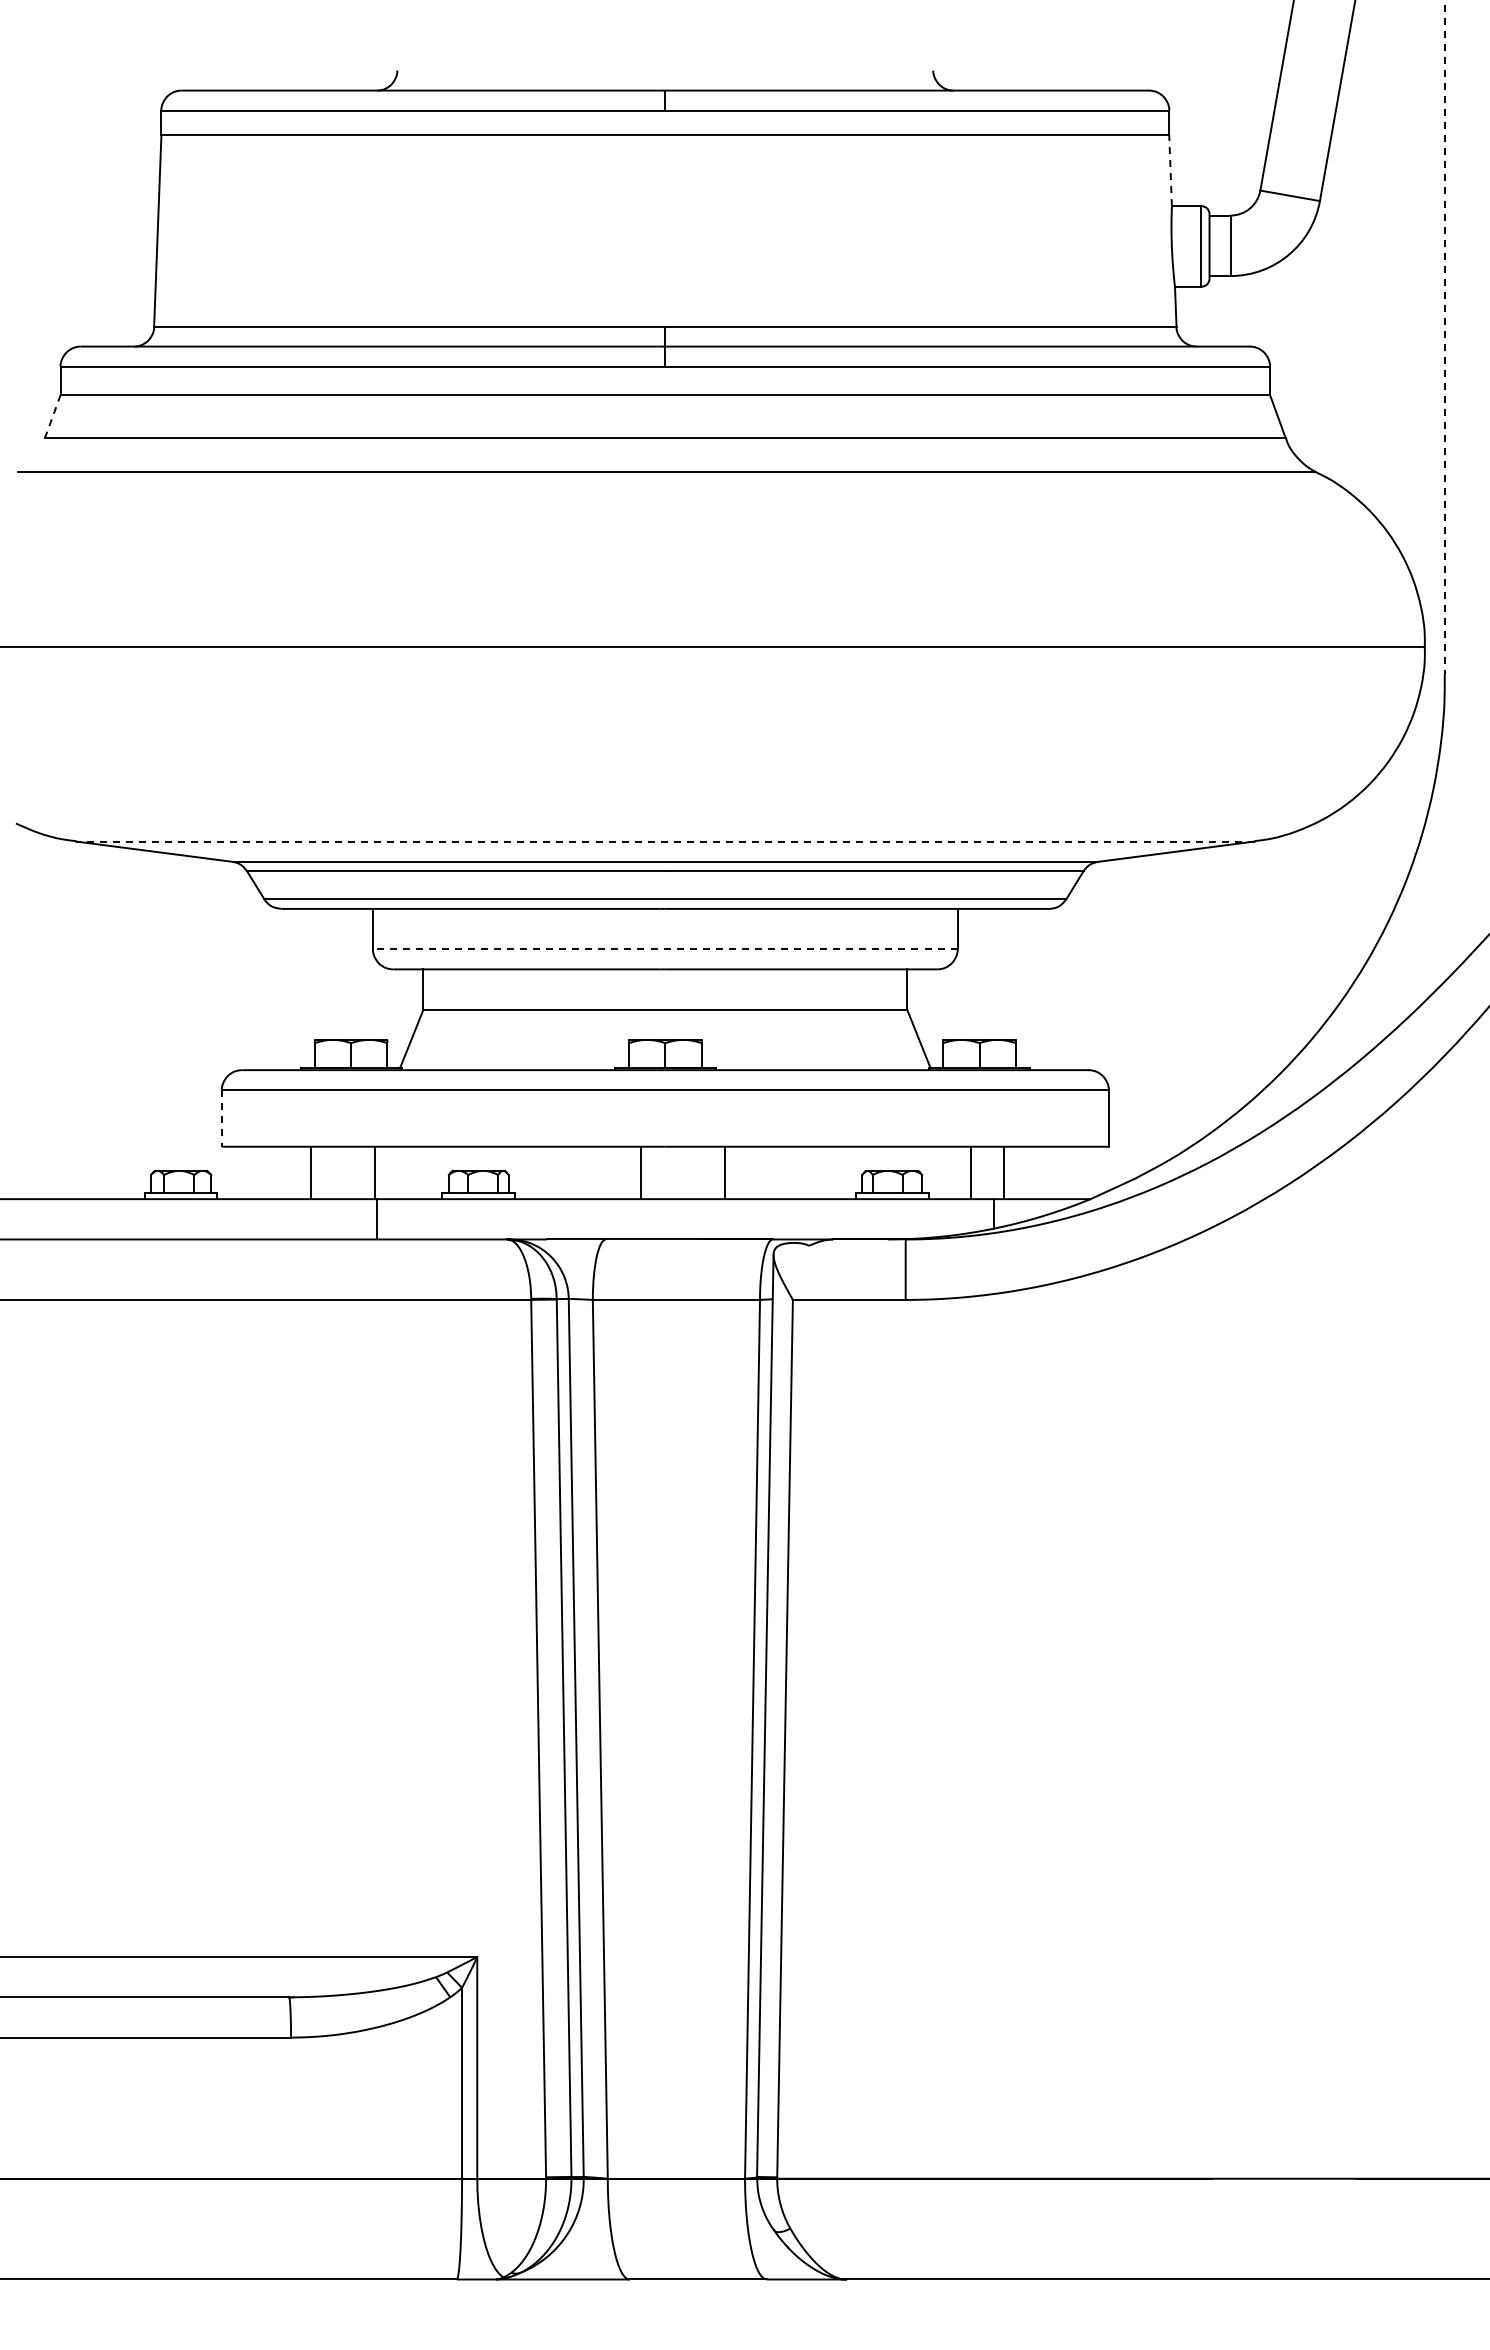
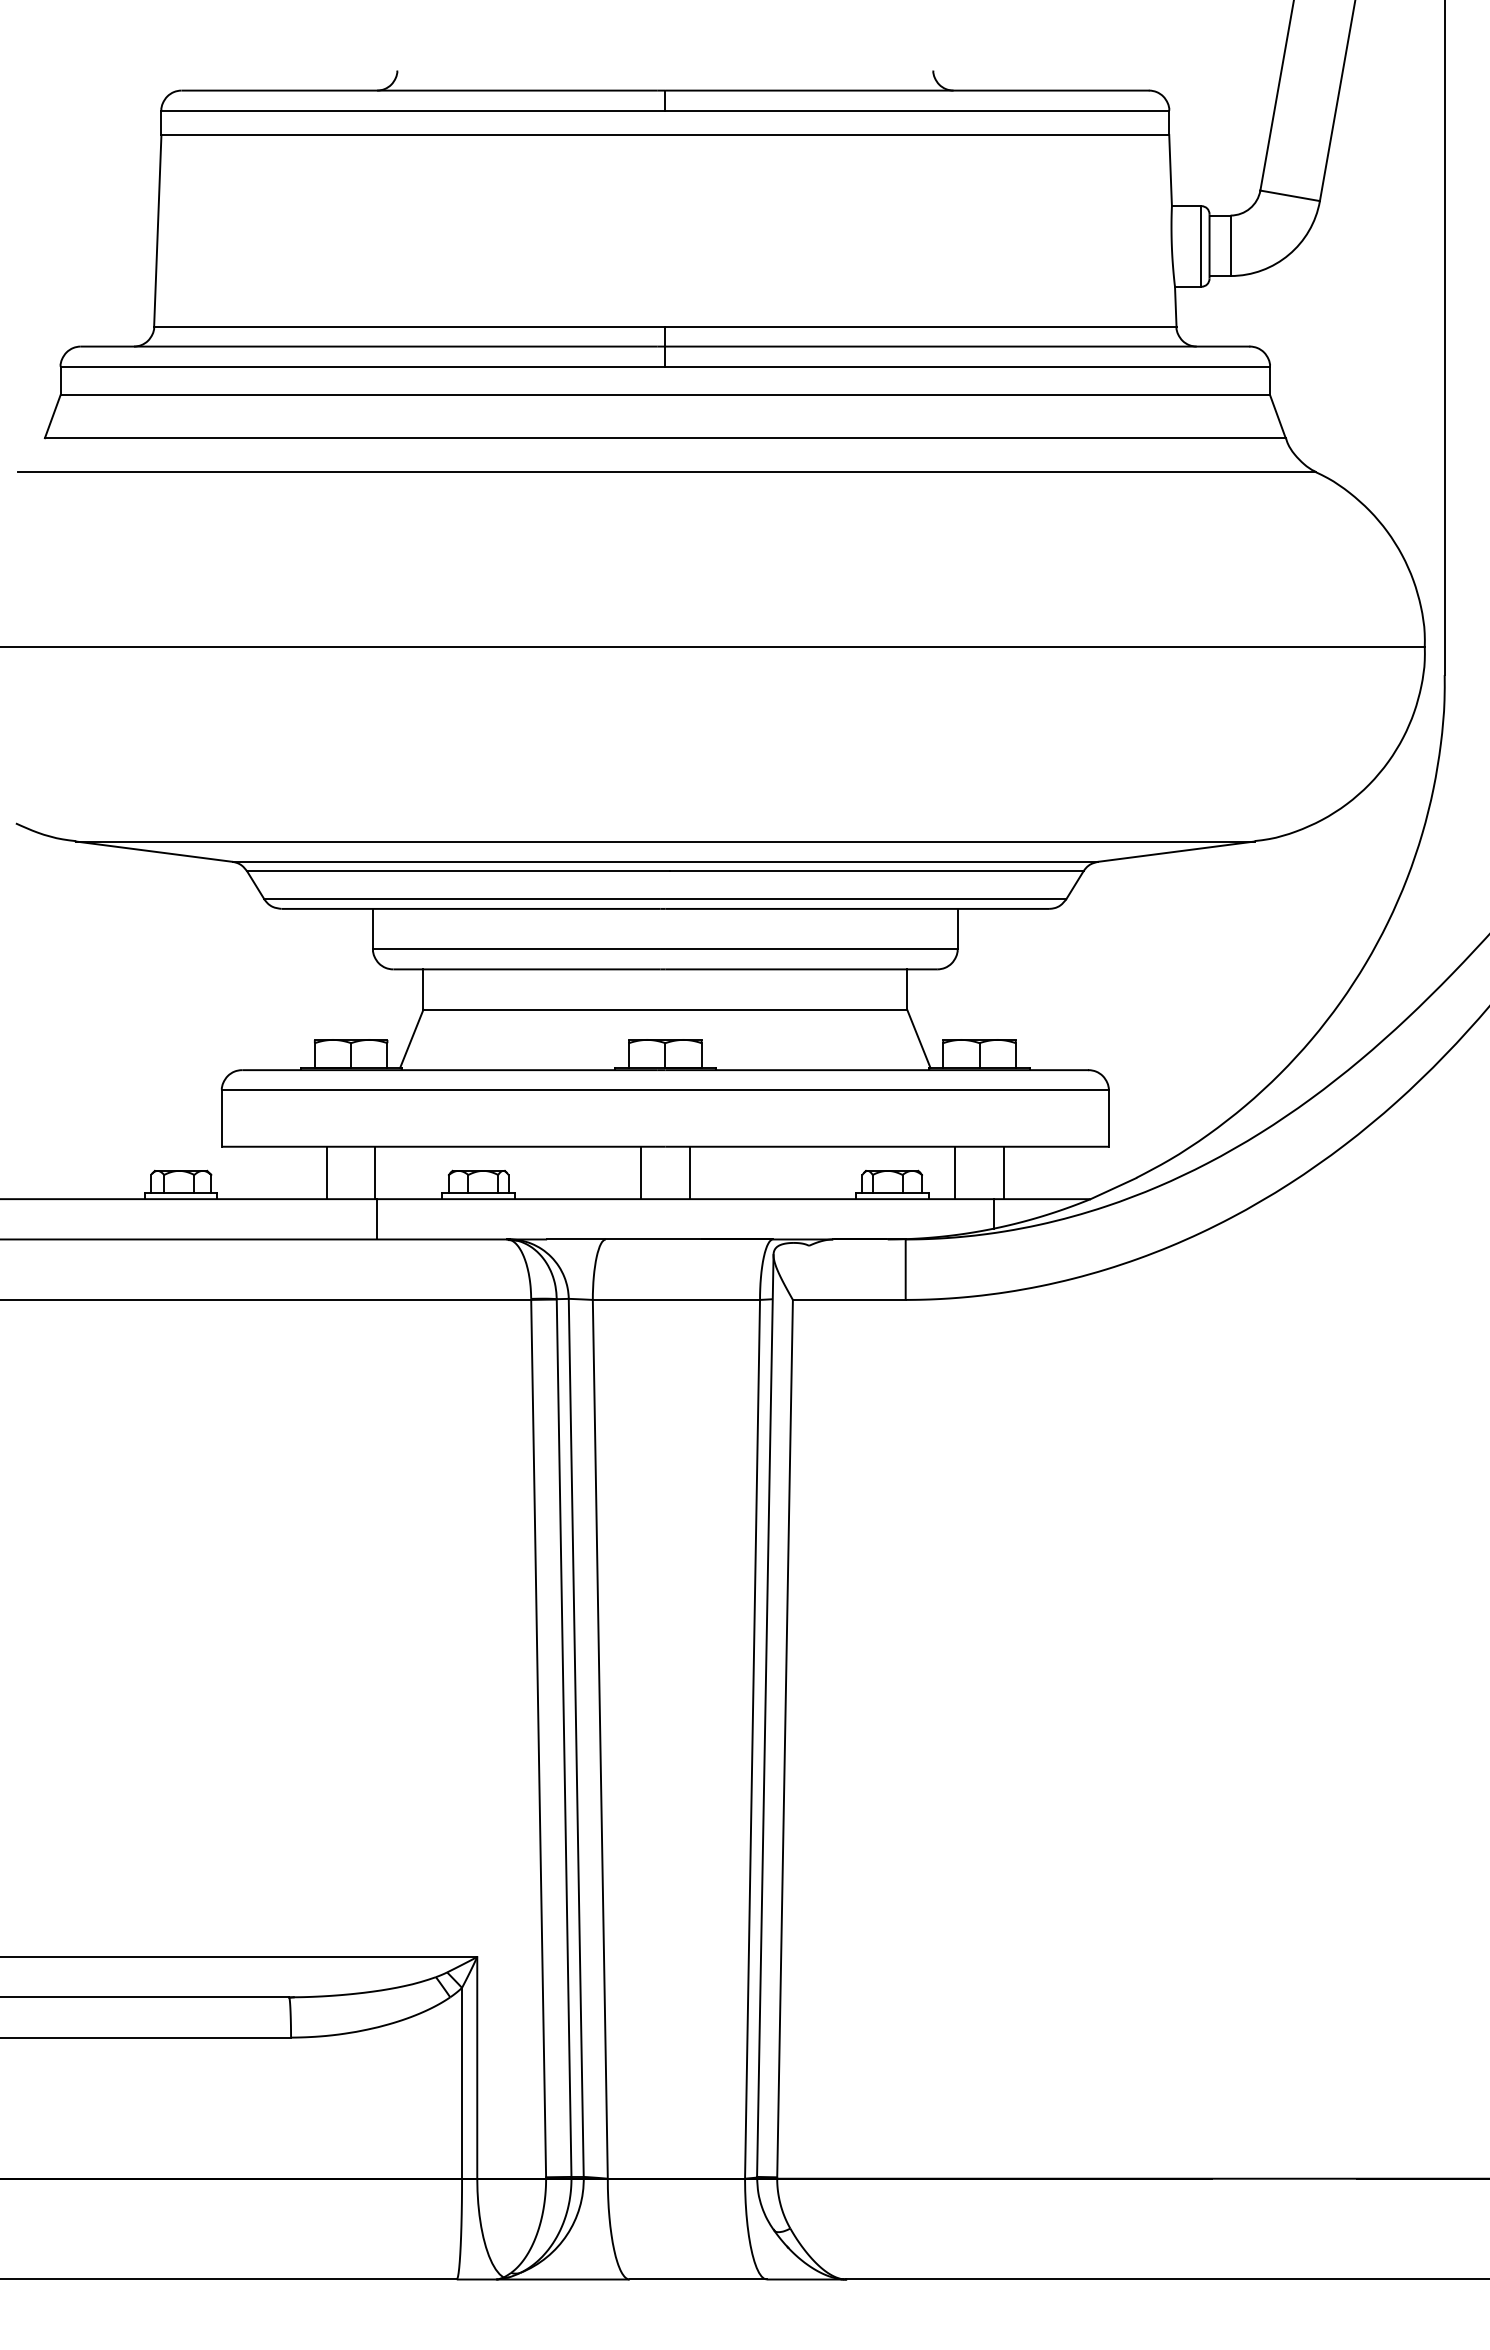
line at (1170, 170): dashed -> solid
line at (1445, 338): dashed -> solid
line at (52, 417): dashed -> solid
line at (665, 841): dashed -> solid
line at (664, 949): dashed -> solid
line at (221, 1119): dashed -> solid
line at (310, 1172) position: (310, 1172) -> (326, 1172)
line at (724, 1172) position: (724, 1172) -> (689, 1172)
line at (971, 1172) position: (971, 1172) -> (955, 1172)
